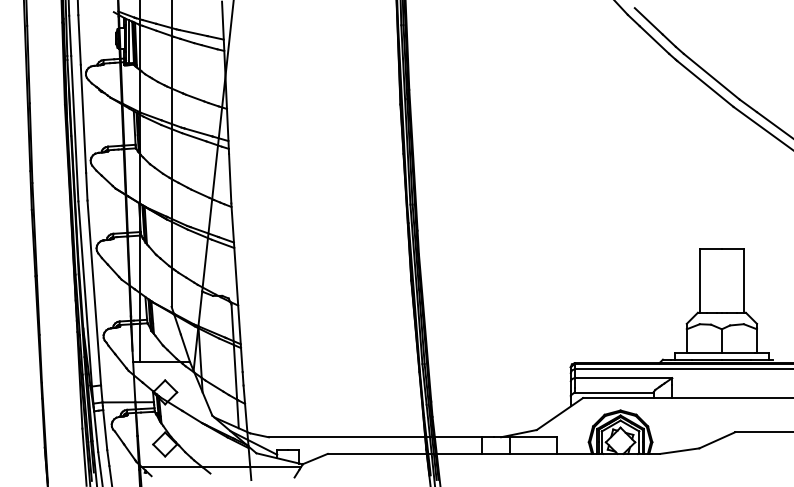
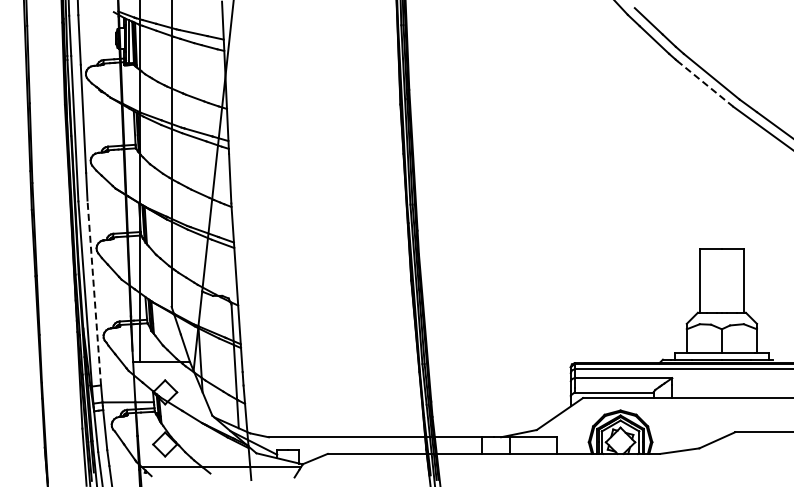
line at (705, 83): solid -> dashed
line at (94, 292): solid -> dashed
